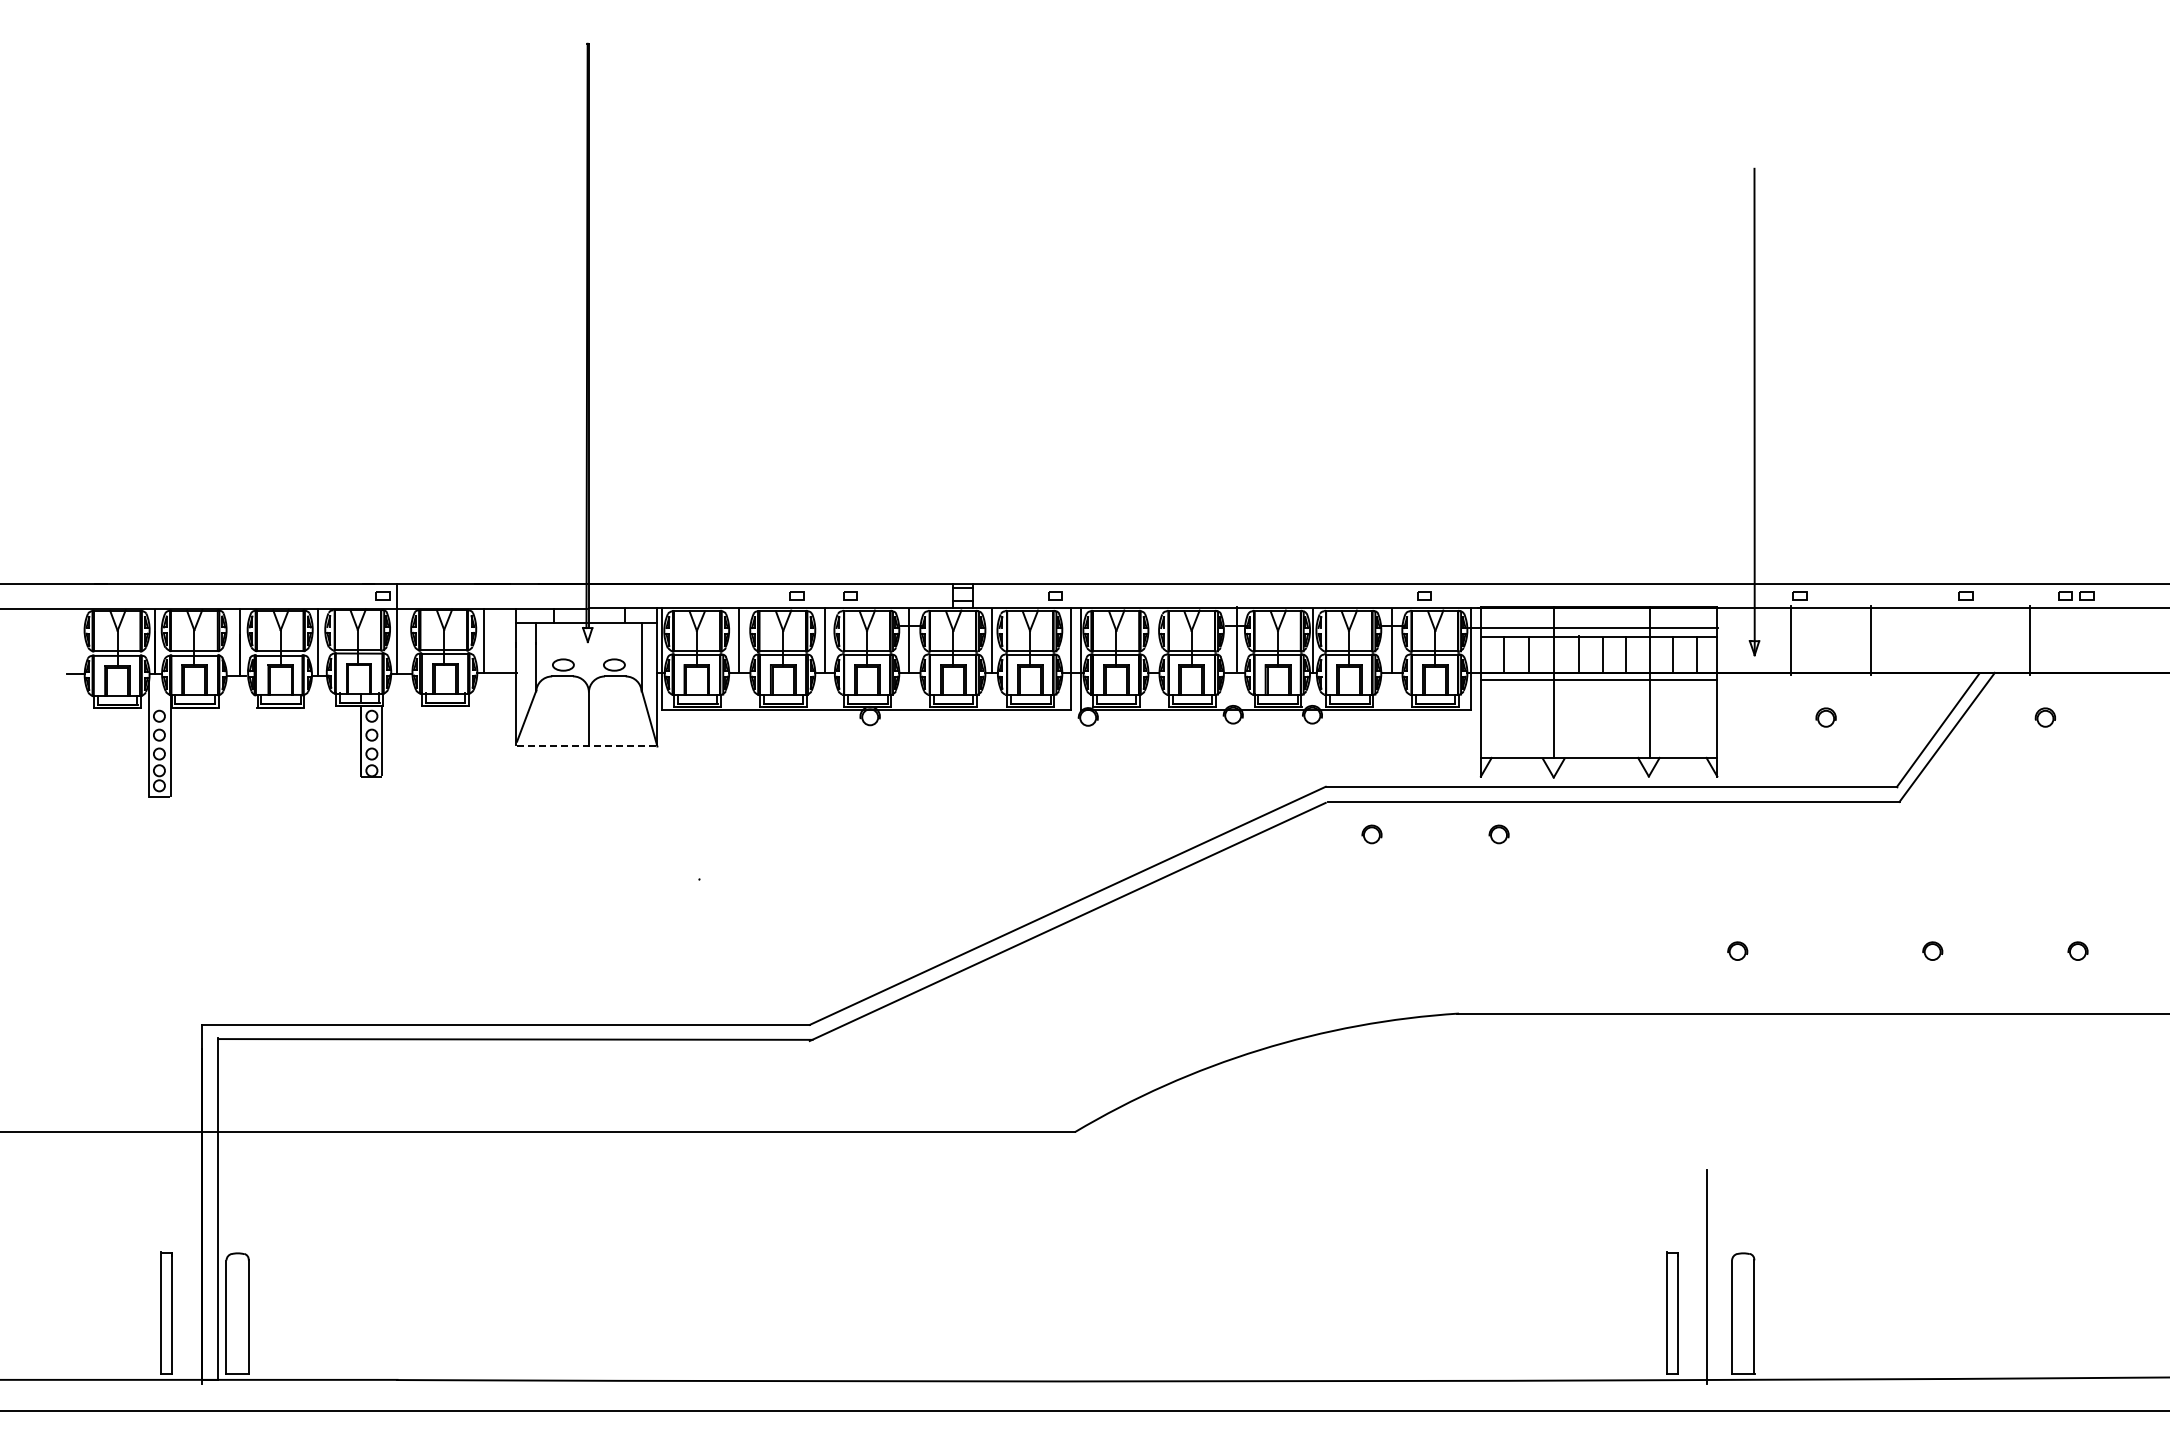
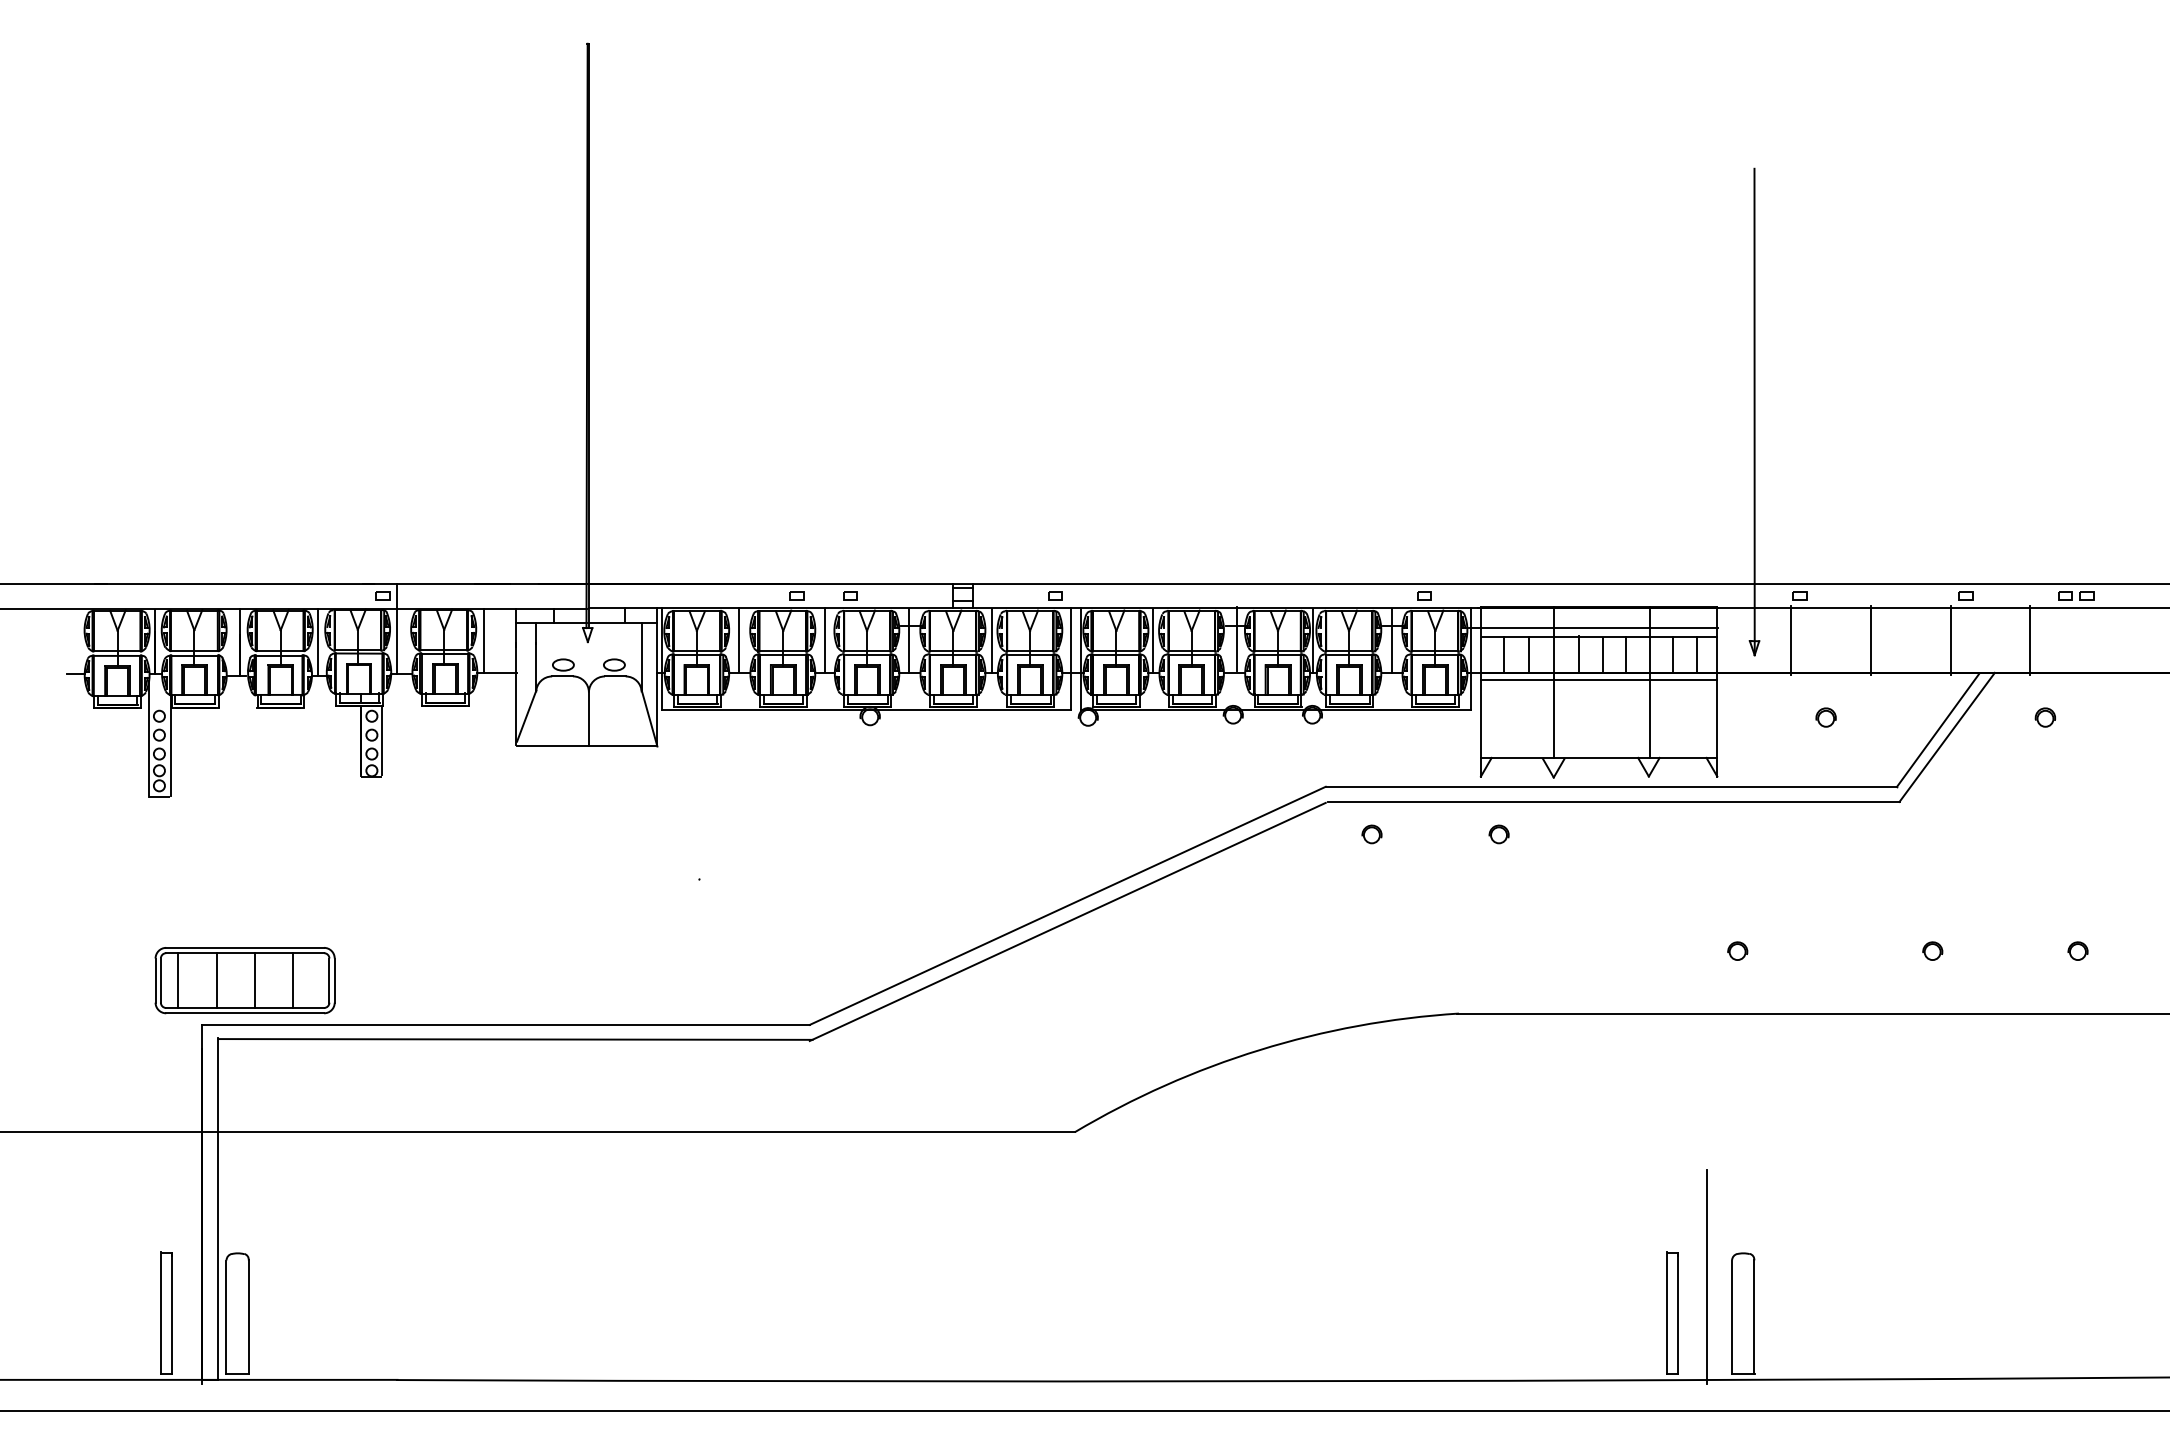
line at (1950, 639): none -> present
line at (1153, 640): none -> present
line at (585, 745): dashed -> solid
part at (244, 980): none -> present
